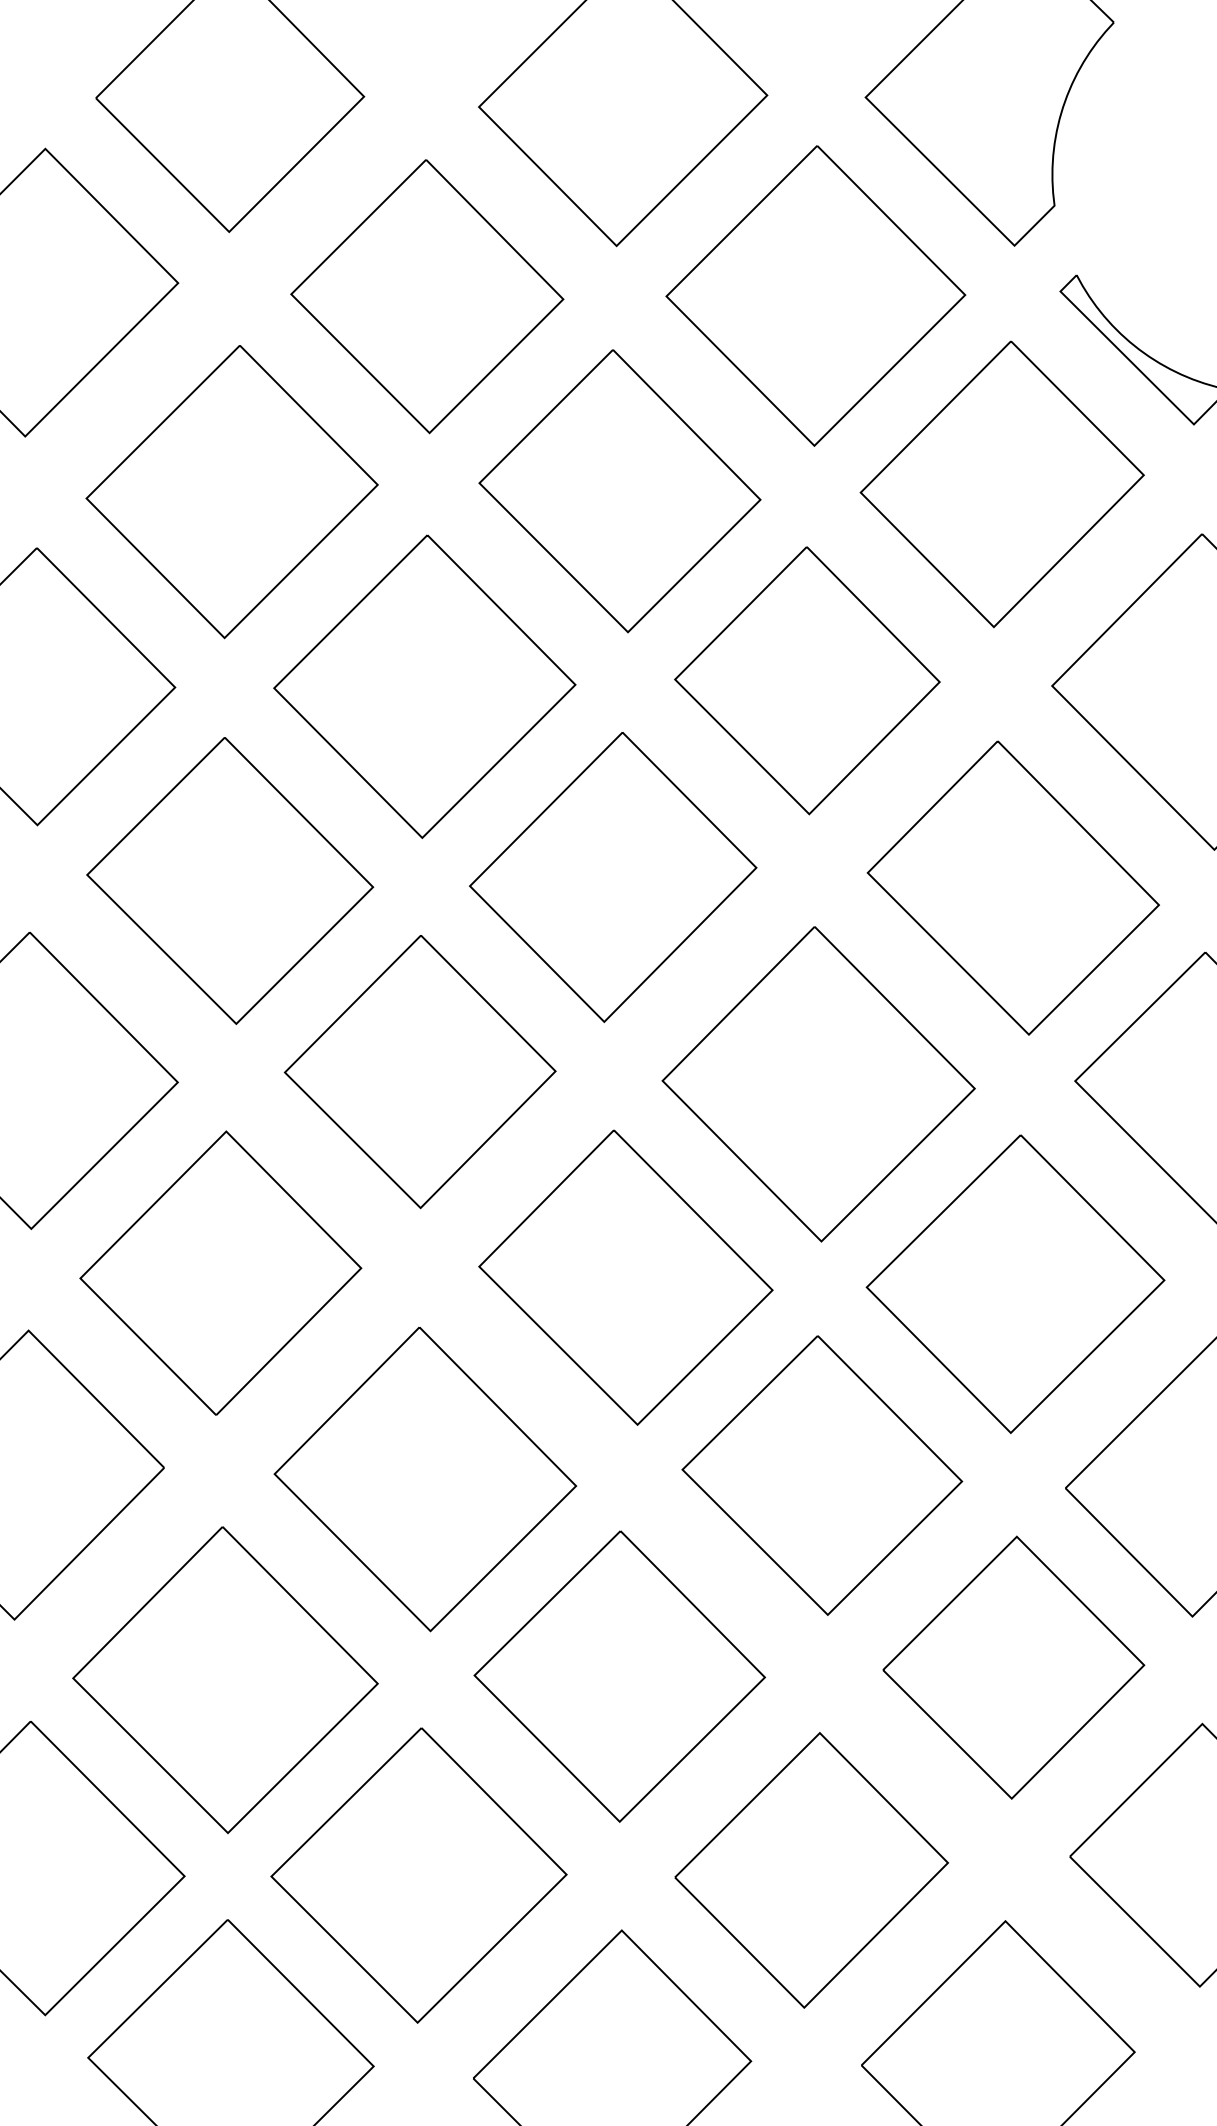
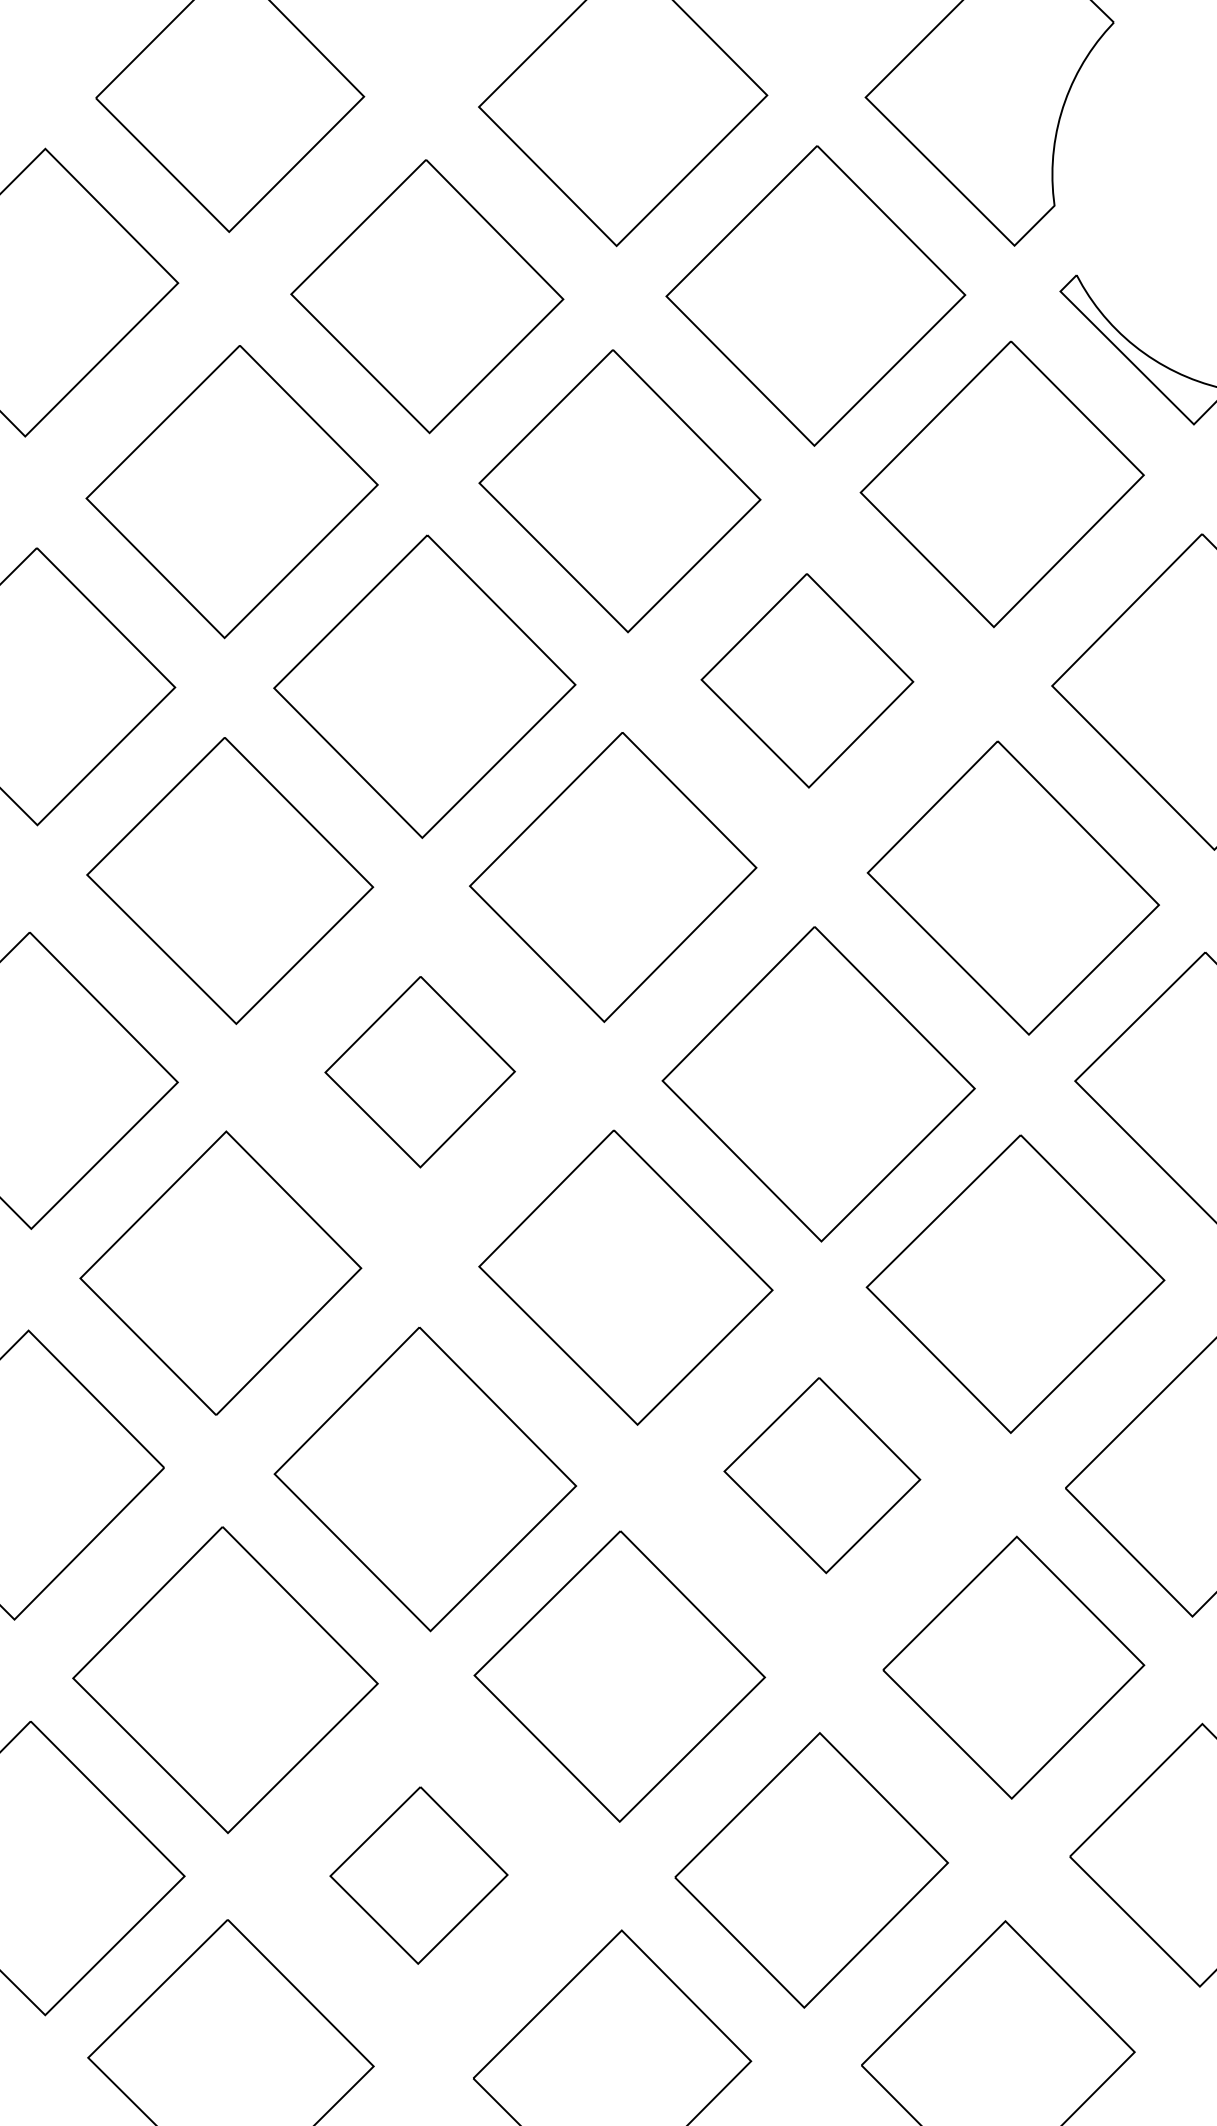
part at (807, 680) size: 267x270 px -> 215x216 px
part at (419, 1072) size: 274x275 px -> 192x193 px
part at (822, 1475) size: 283x281 px -> 199x198 px
part at (418, 1875) size: 298x297 px -> 180x179 px
